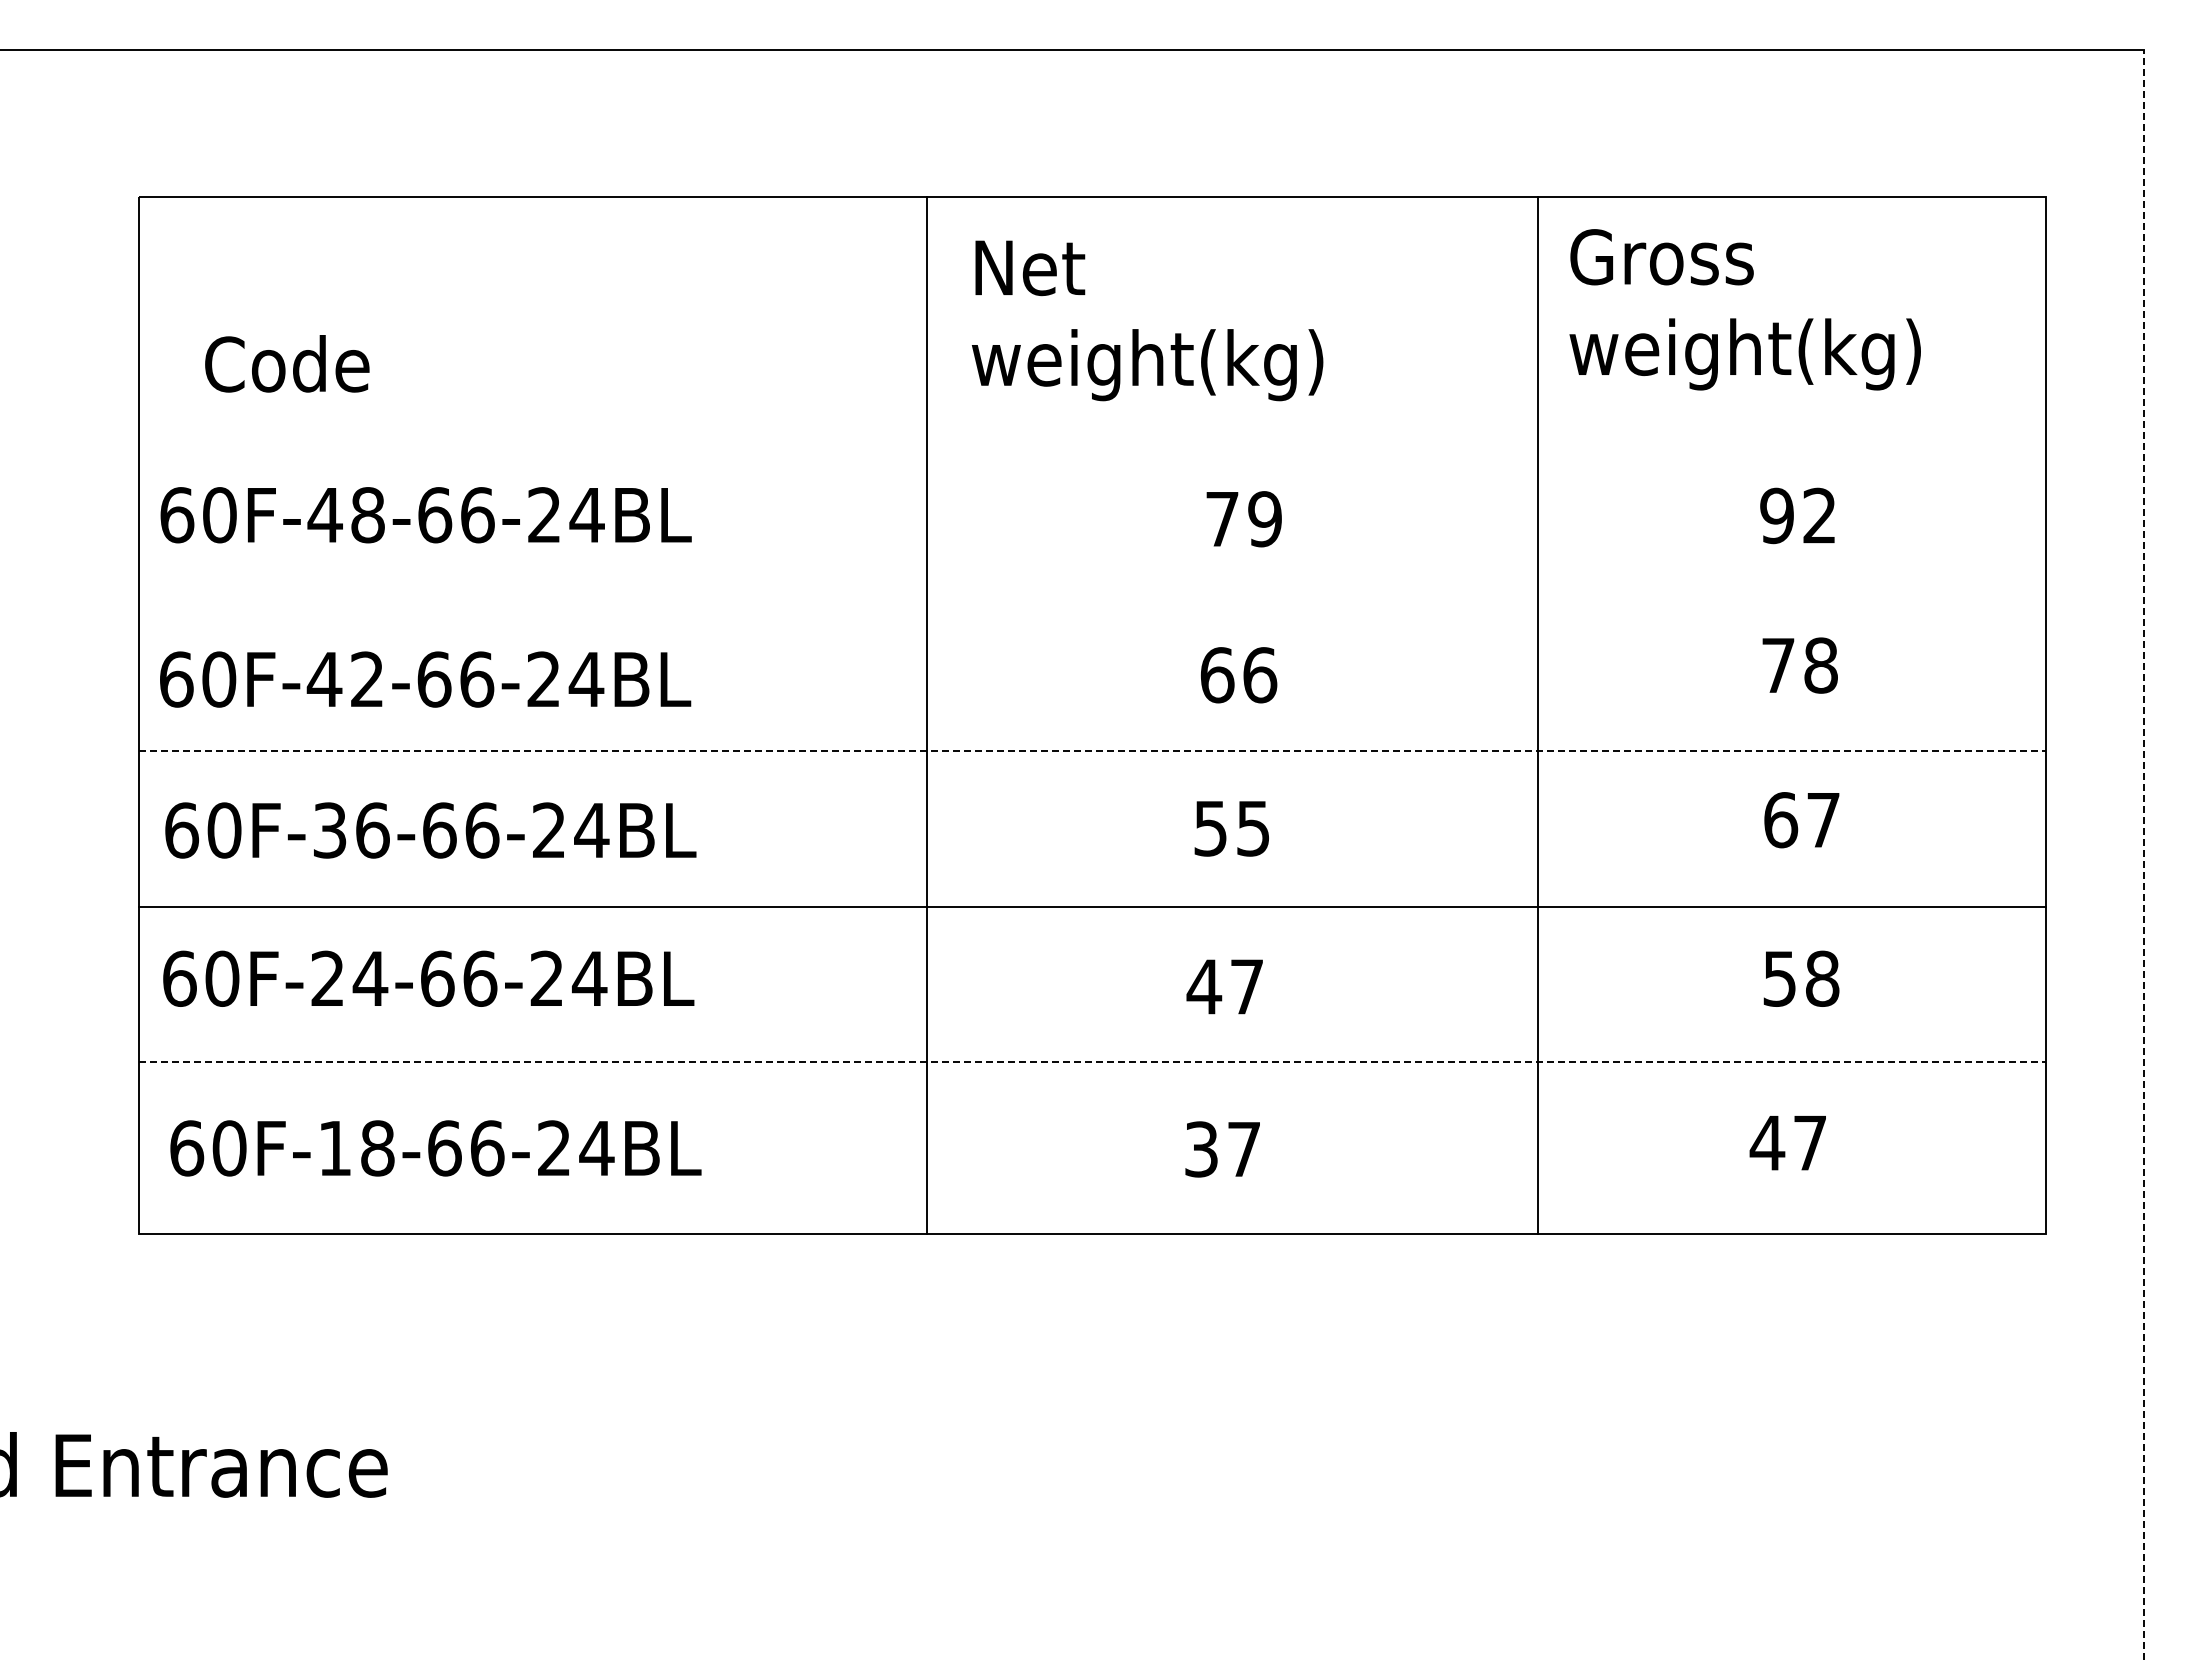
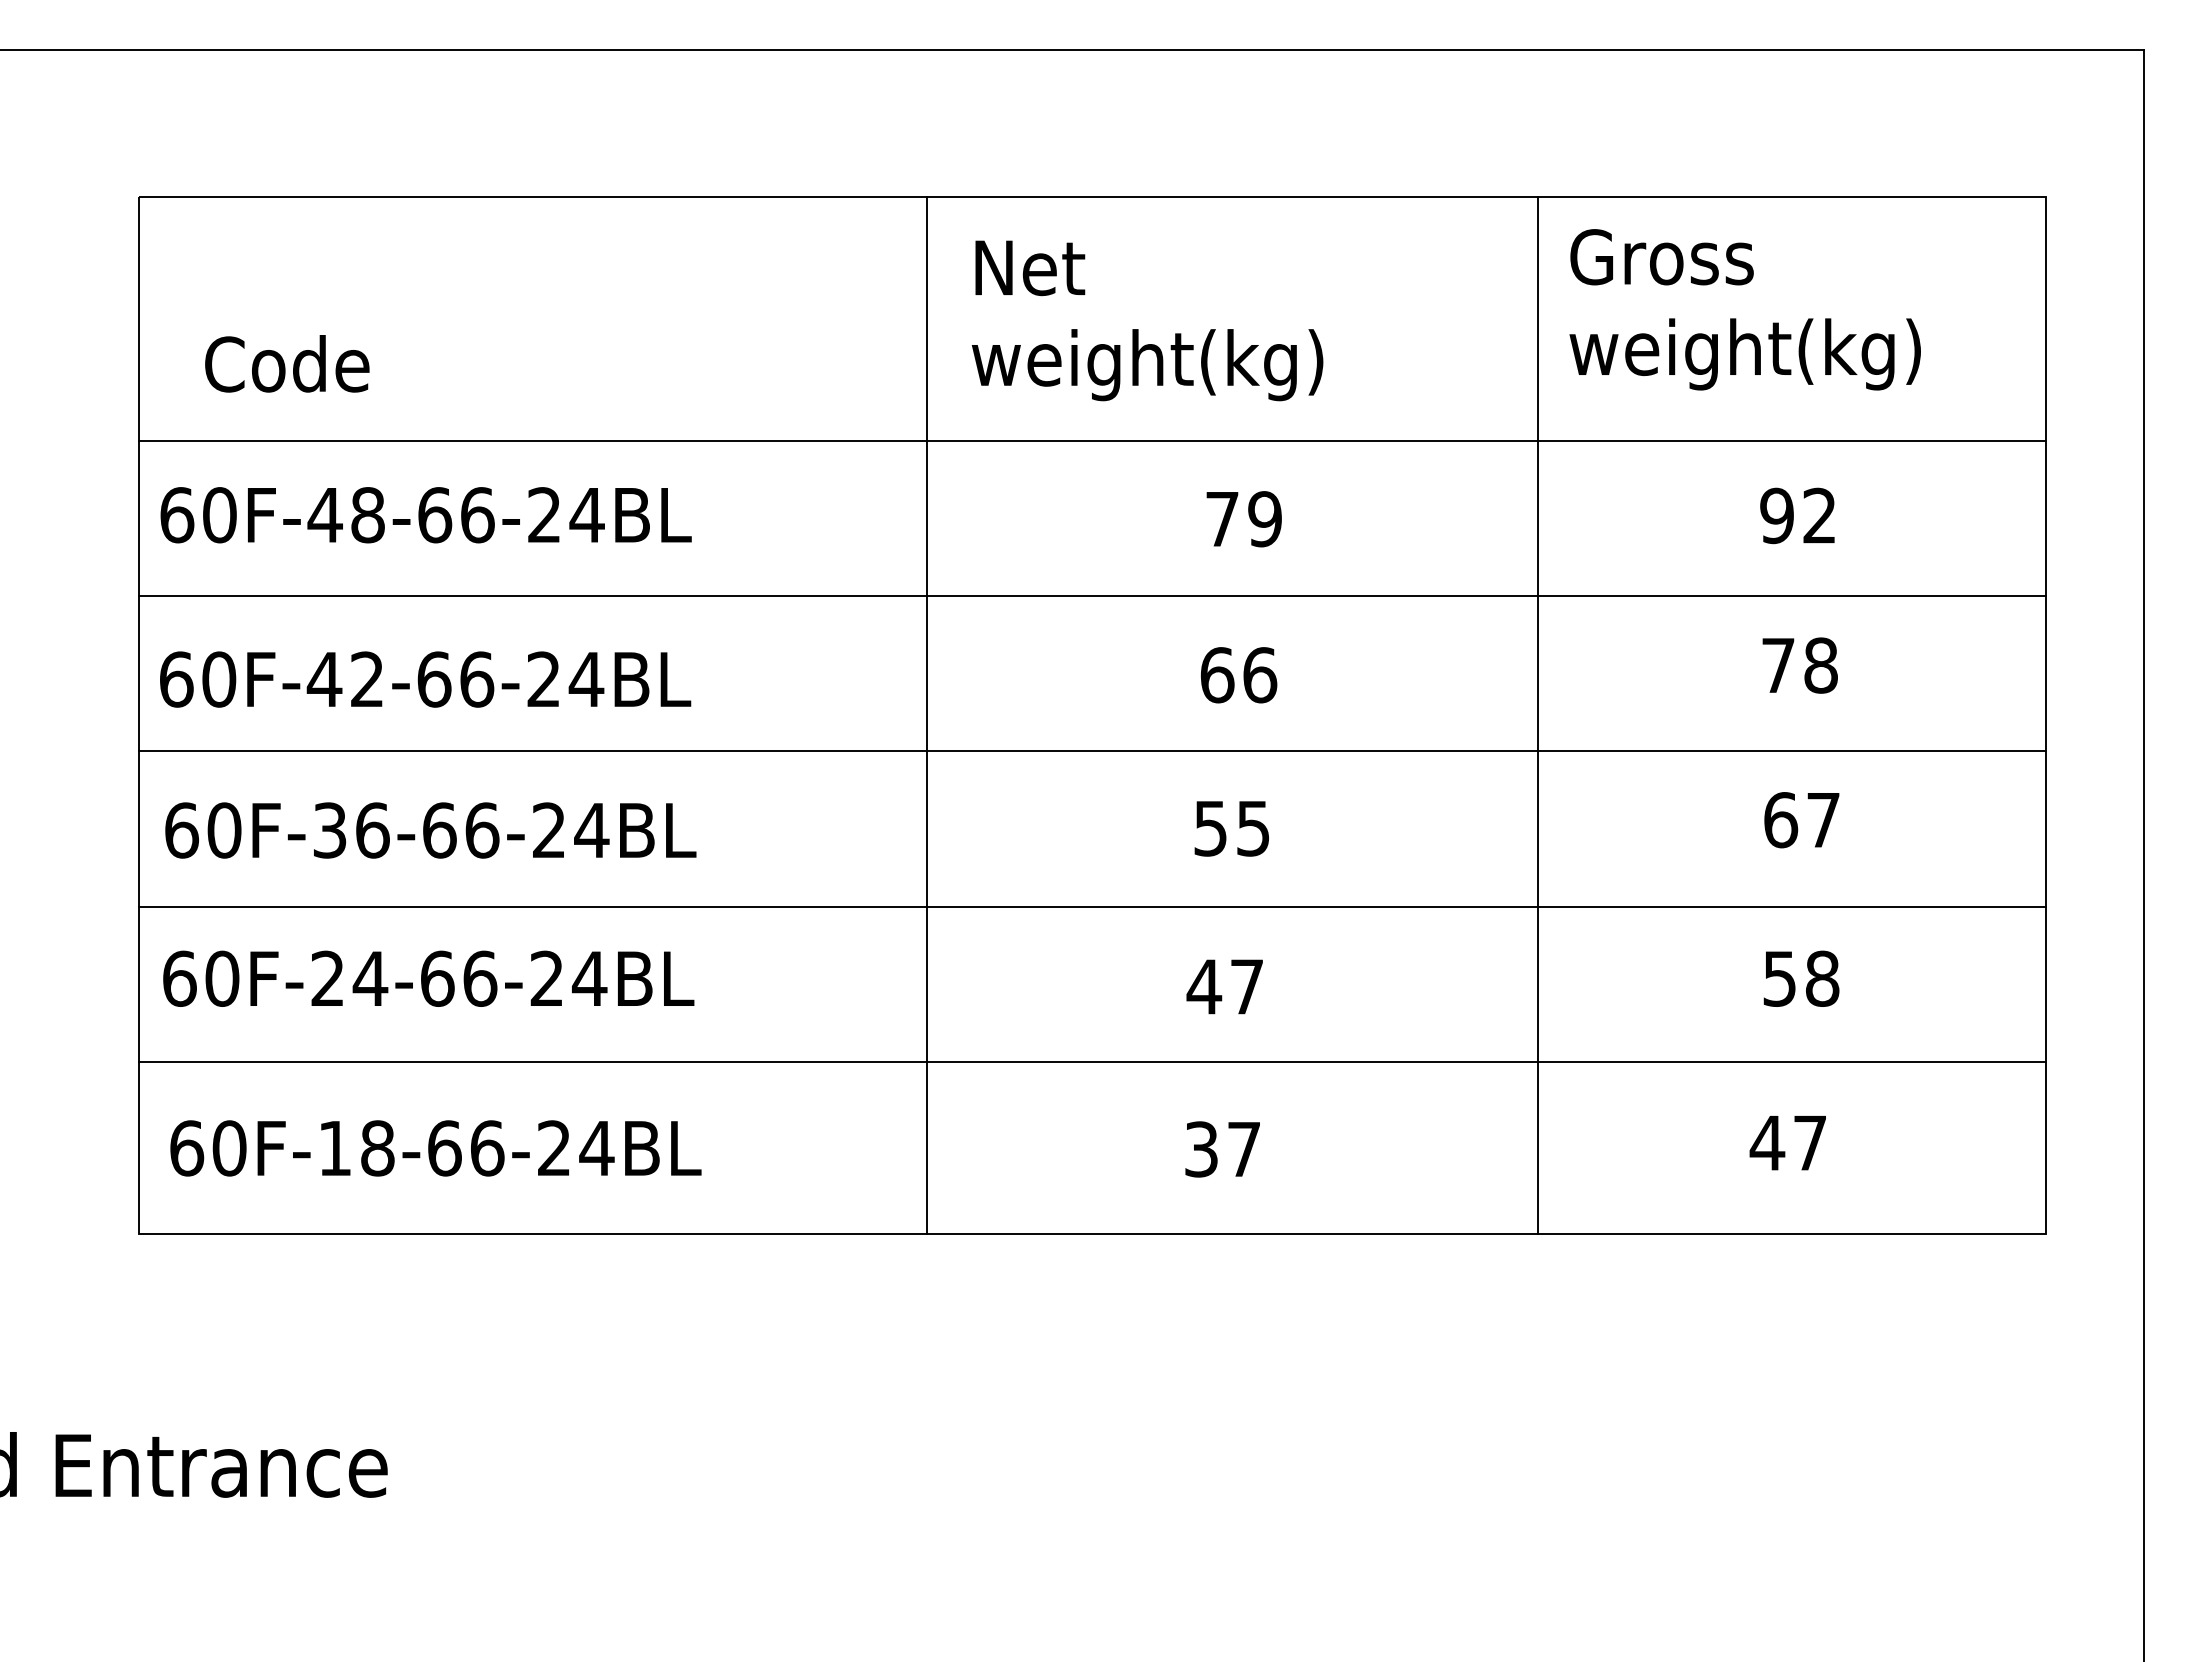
line at (1091, 440): none -> present
line at (1091, 595): none -> present
line at (1092, 751): dashed -> solid
line at (2143, 855): dashed -> solid
line at (1092, 1062): dashed -> solid
